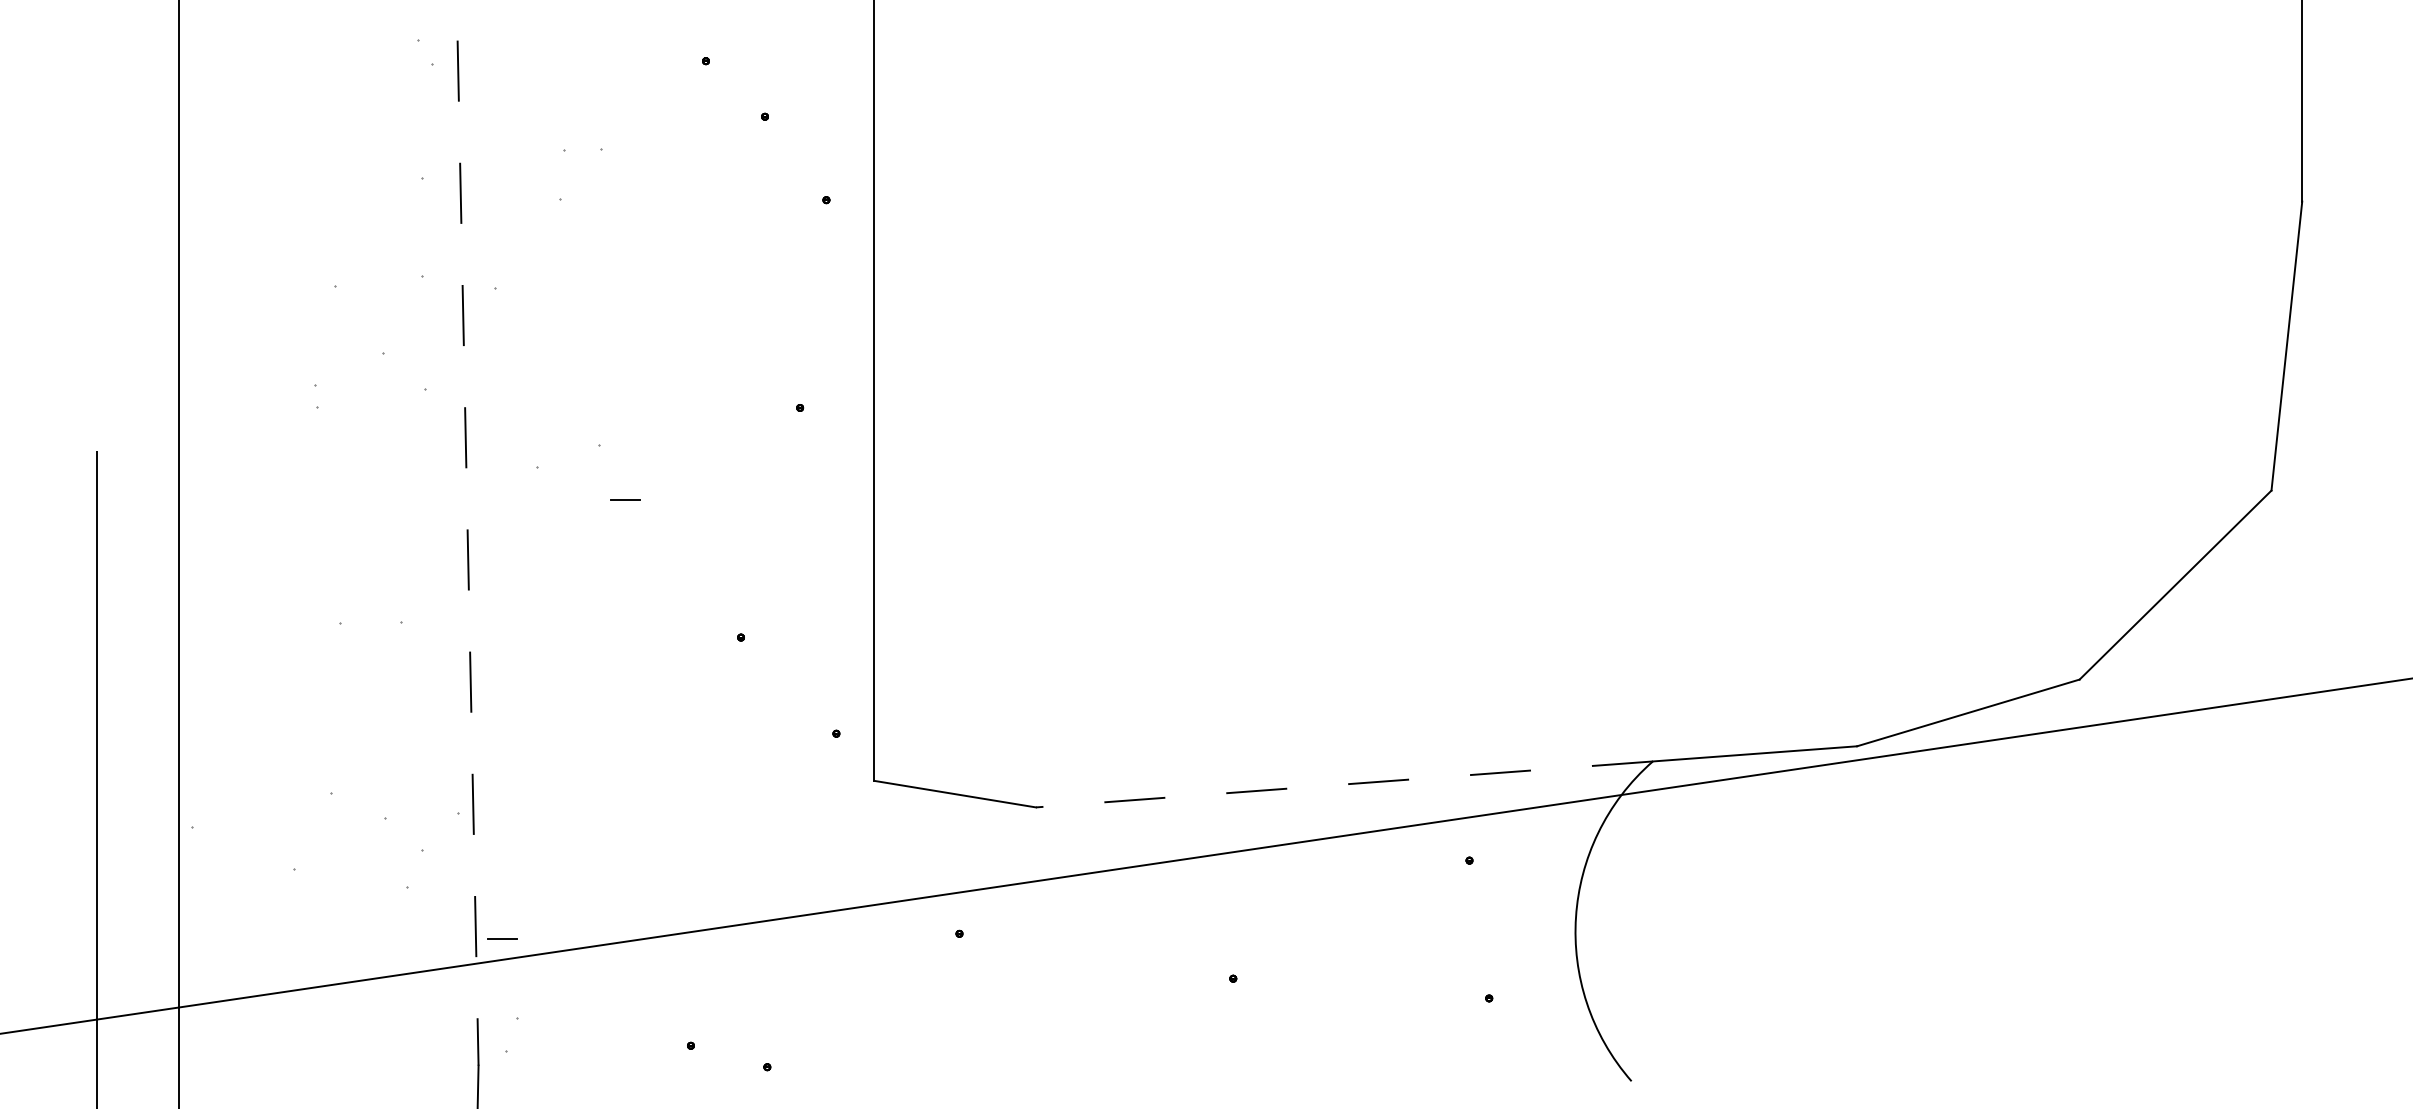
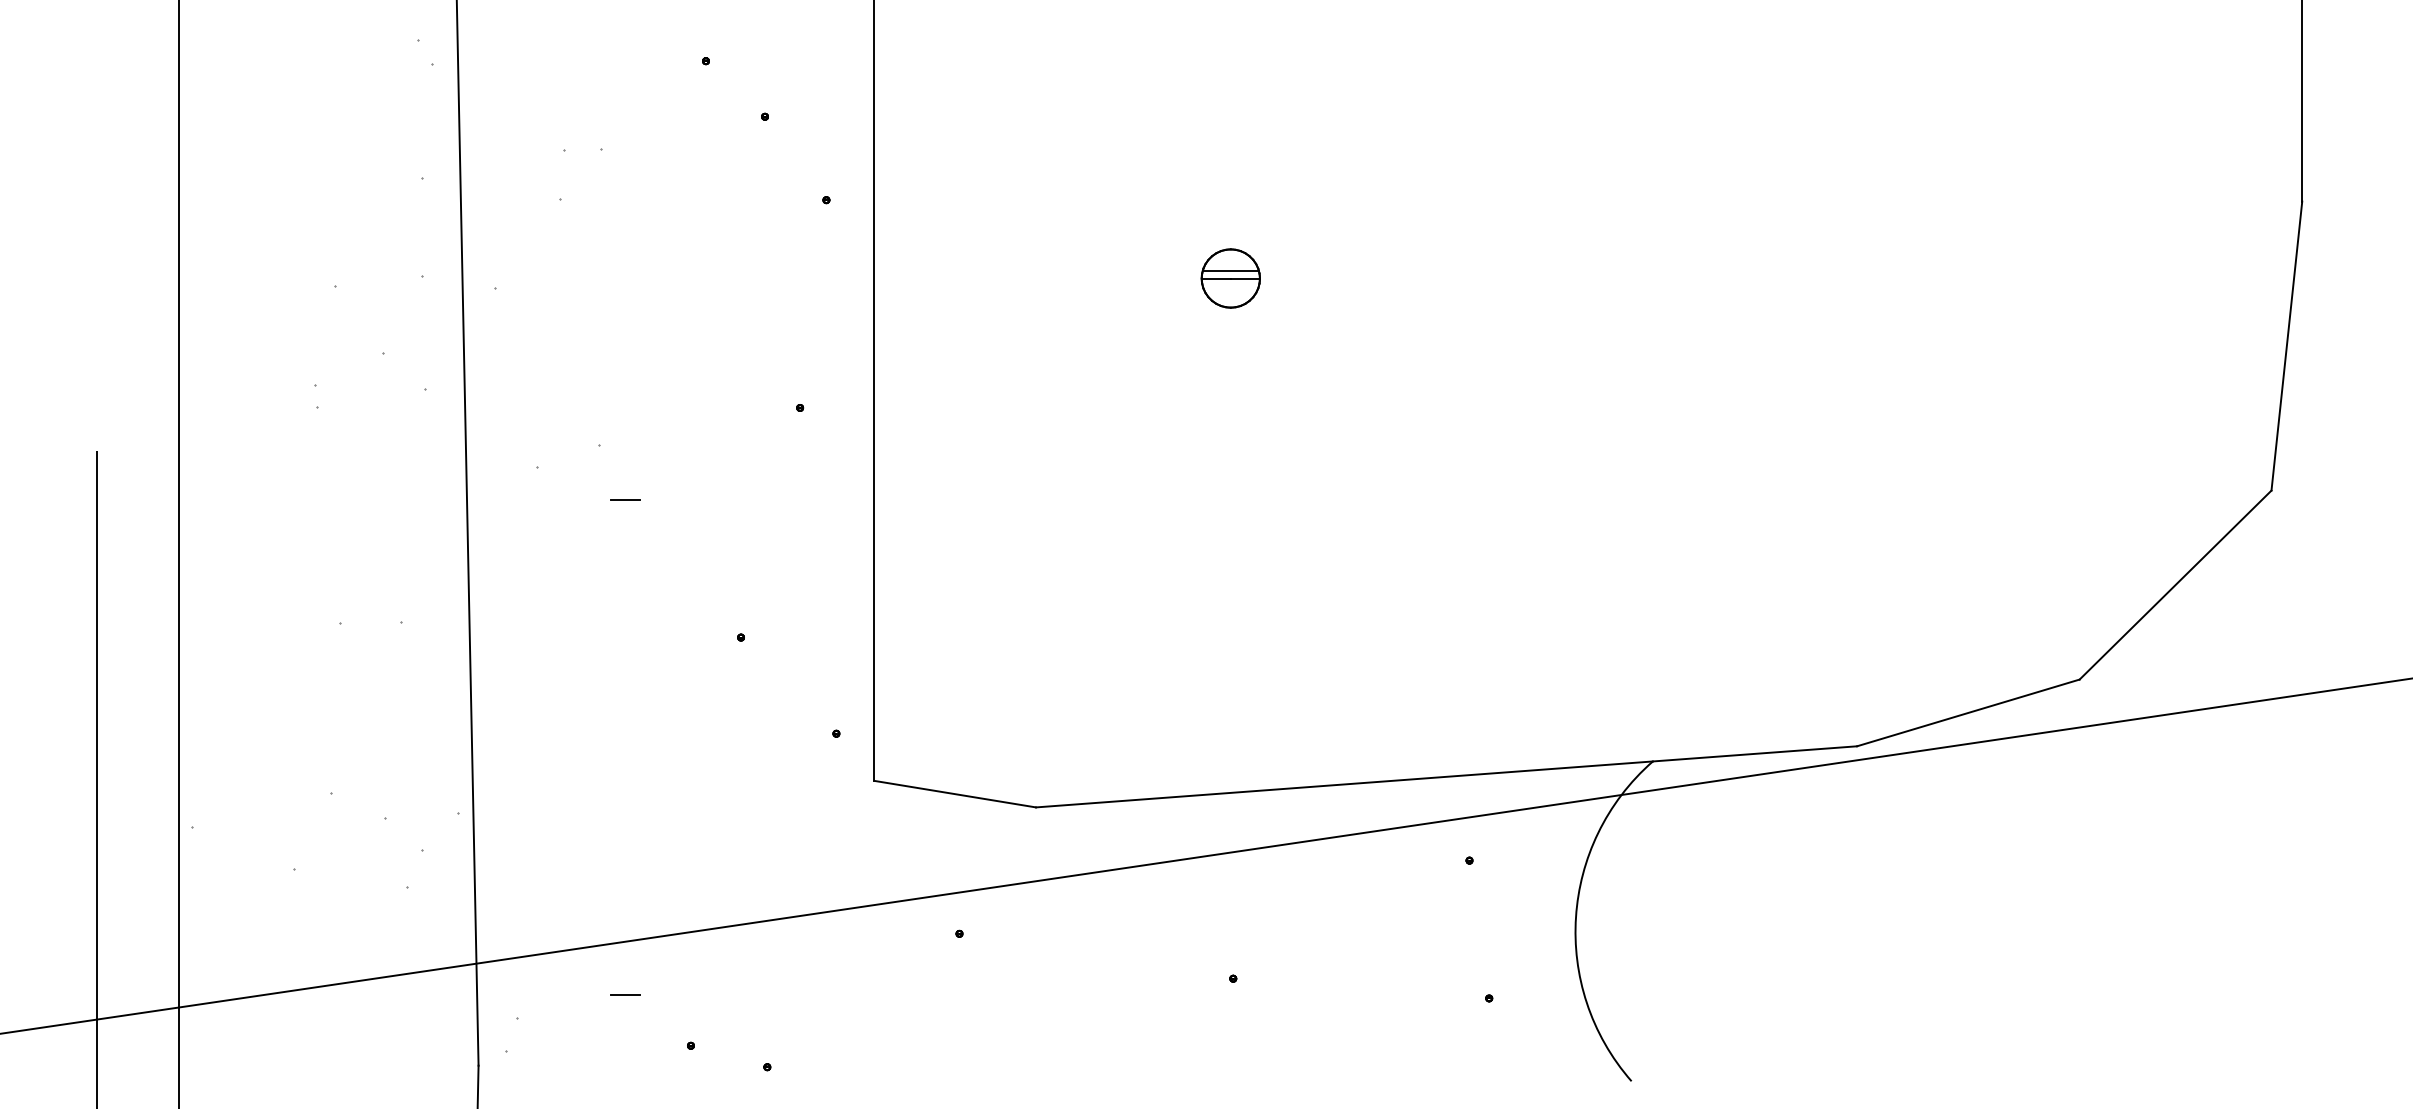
part at (1230, 278): none -> present
line at (467, 533): dashed -> solid
line at (1343, 784): dashed -> solid
line at (502, 938) position: (502, 938) -> (625, 994)
